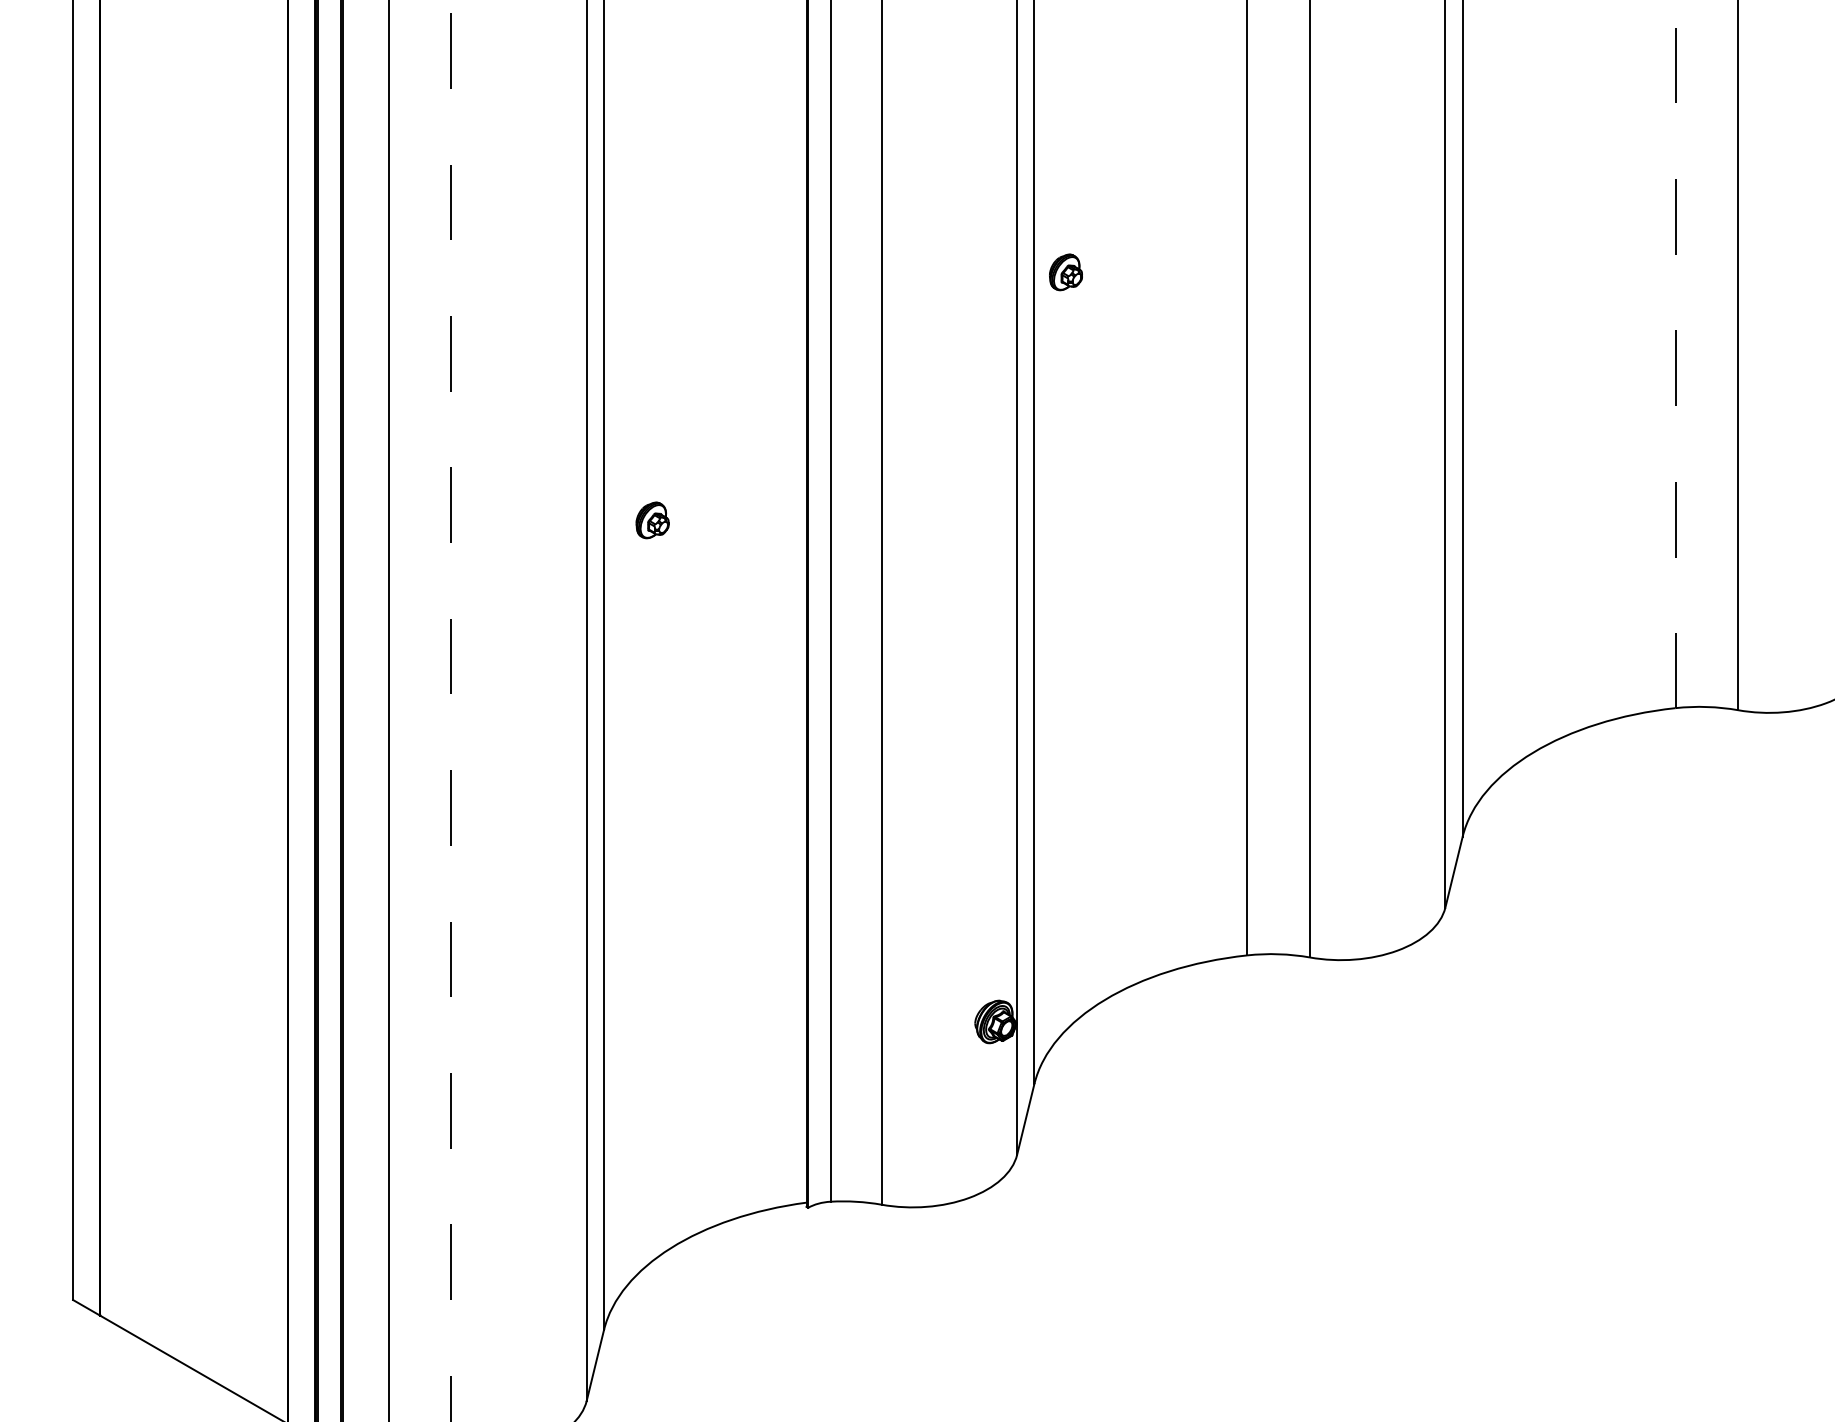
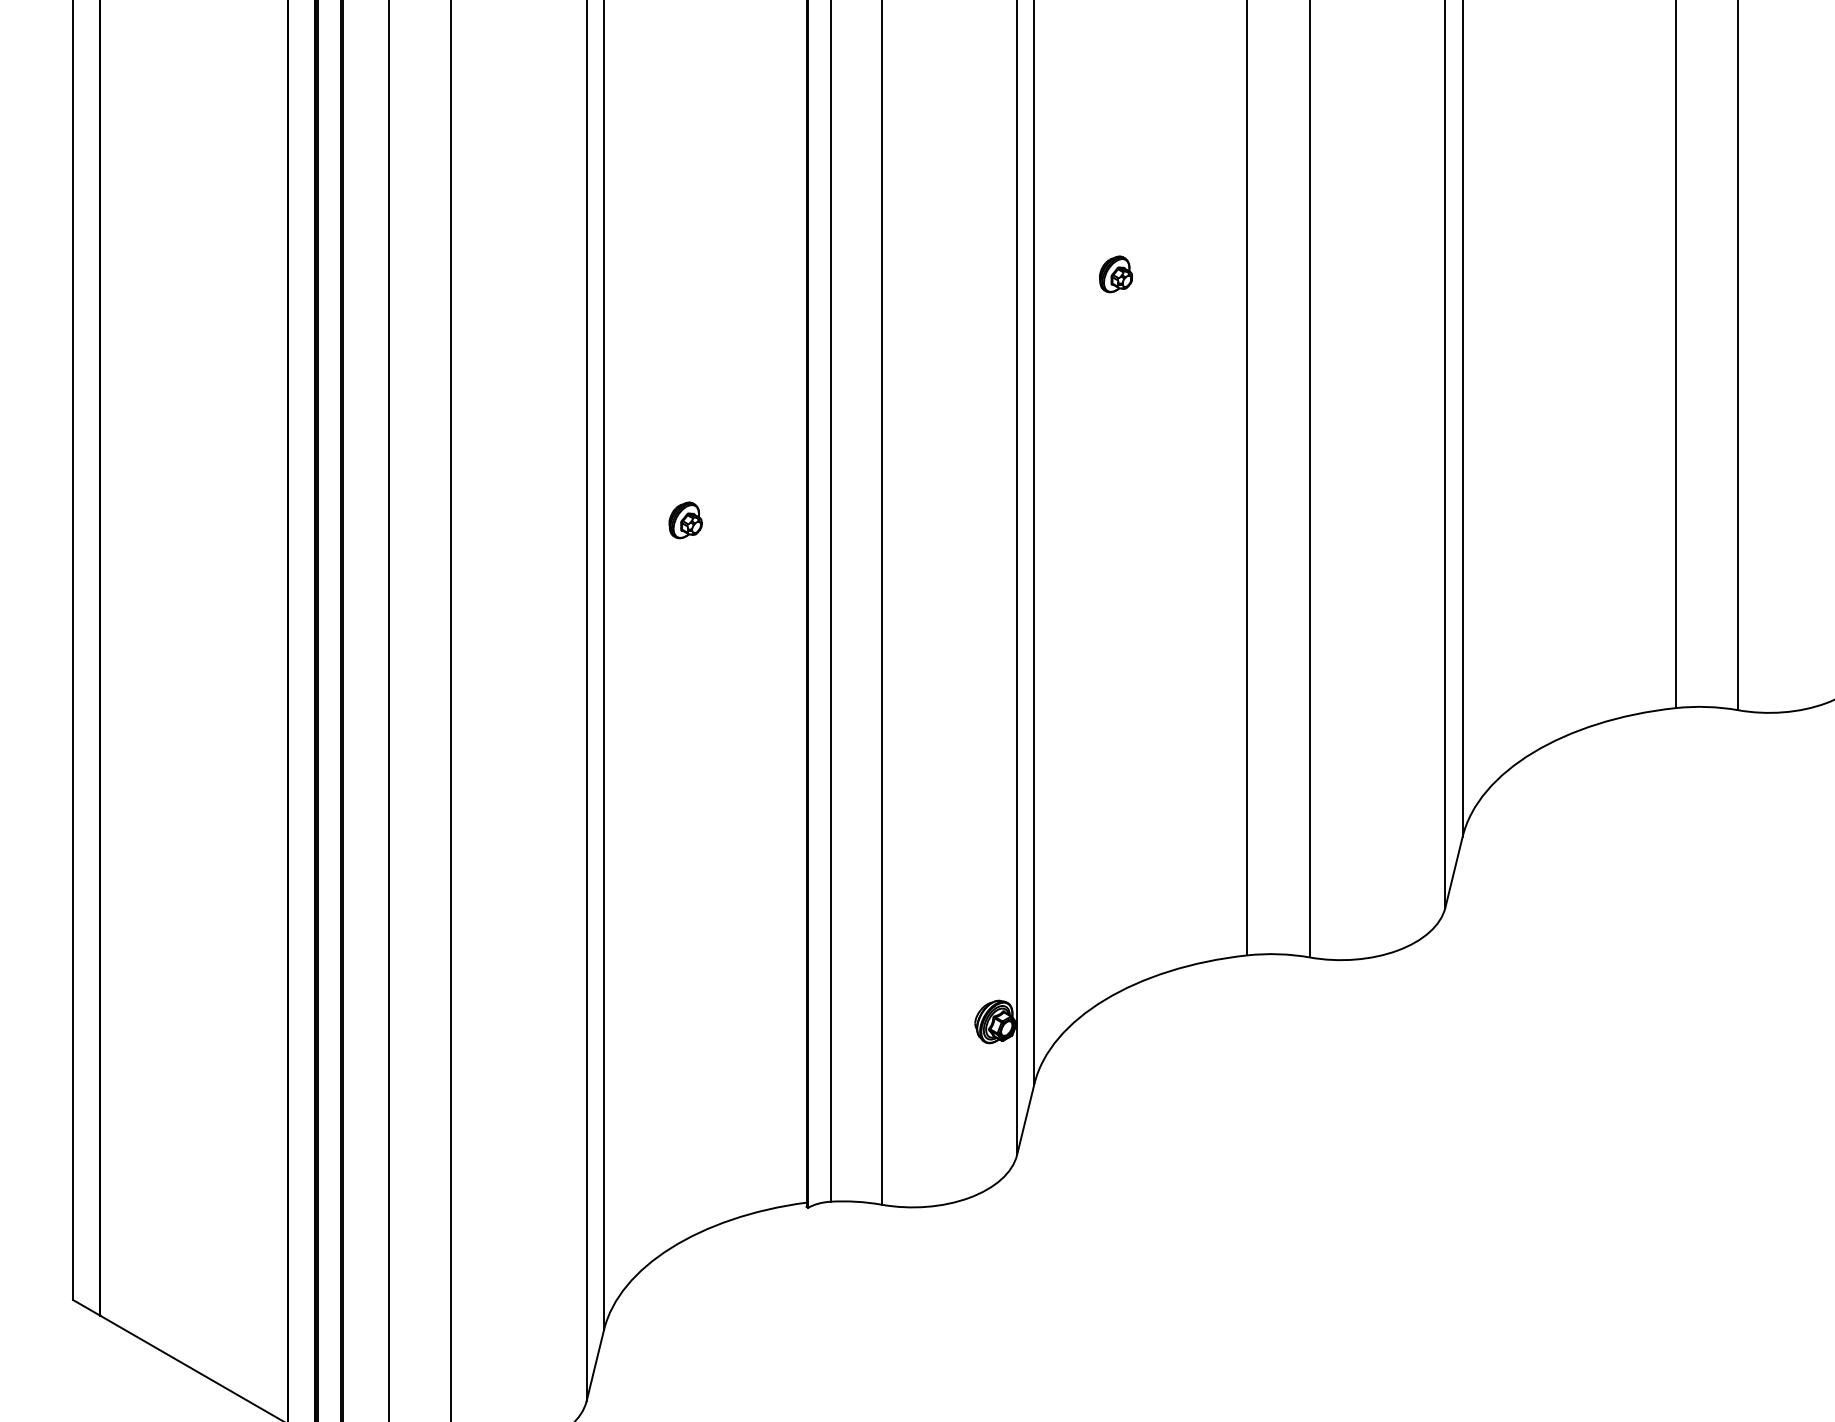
part at (1065, 272) position: (1065, 272) -> (1115, 274)
line at (1675, 354): dashed -> solid
part at (652, 520) position: (652, 520) -> (685, 520)
line at (451, 711): dashed -> solid
